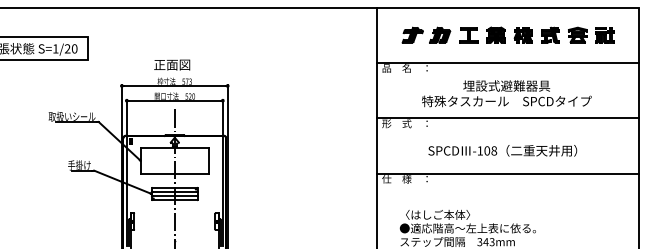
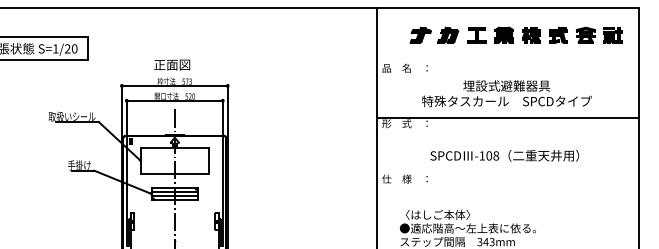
part at (507, 34) position: (507, 34) -> (515, 34)
line at (508, 63): present -> none
text at (502, 150) position: (502, 150) -> (504, 155)
line at (508, 173): present -> none
